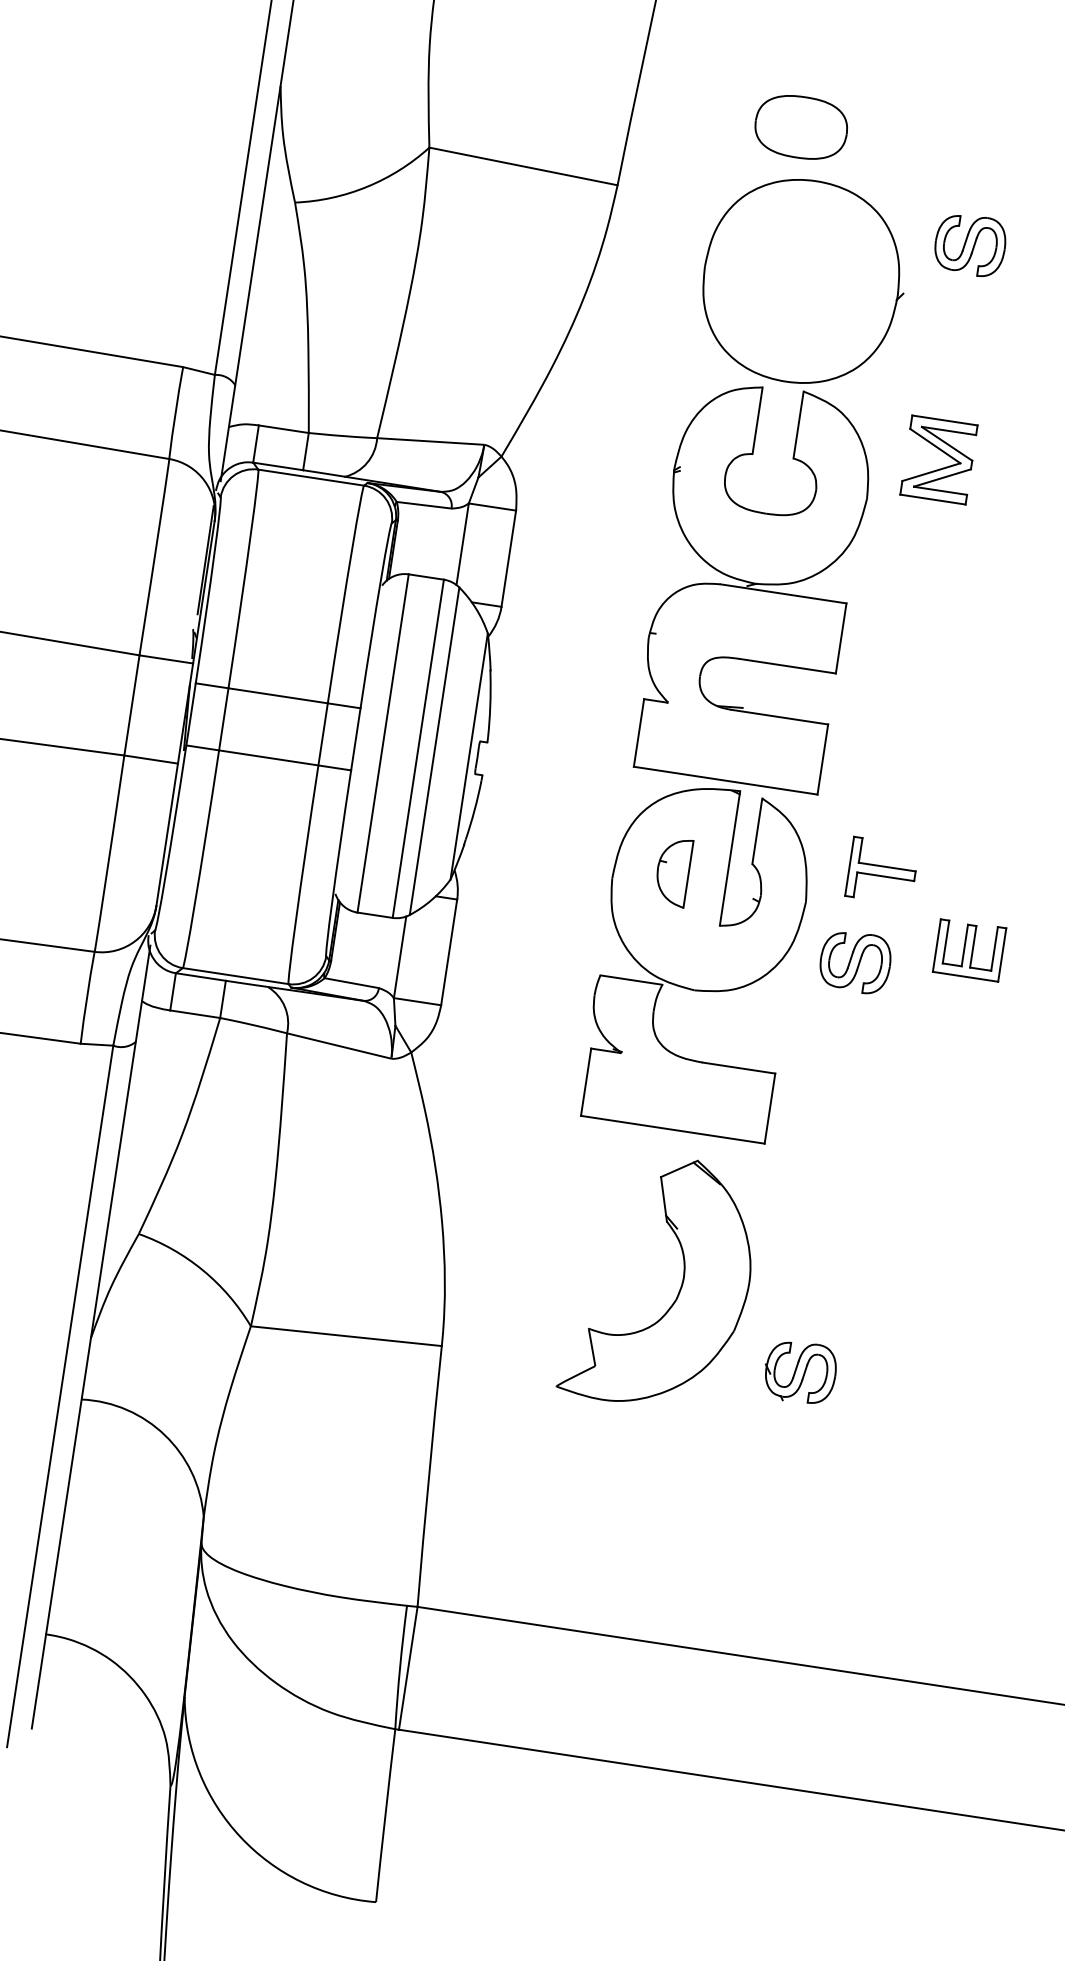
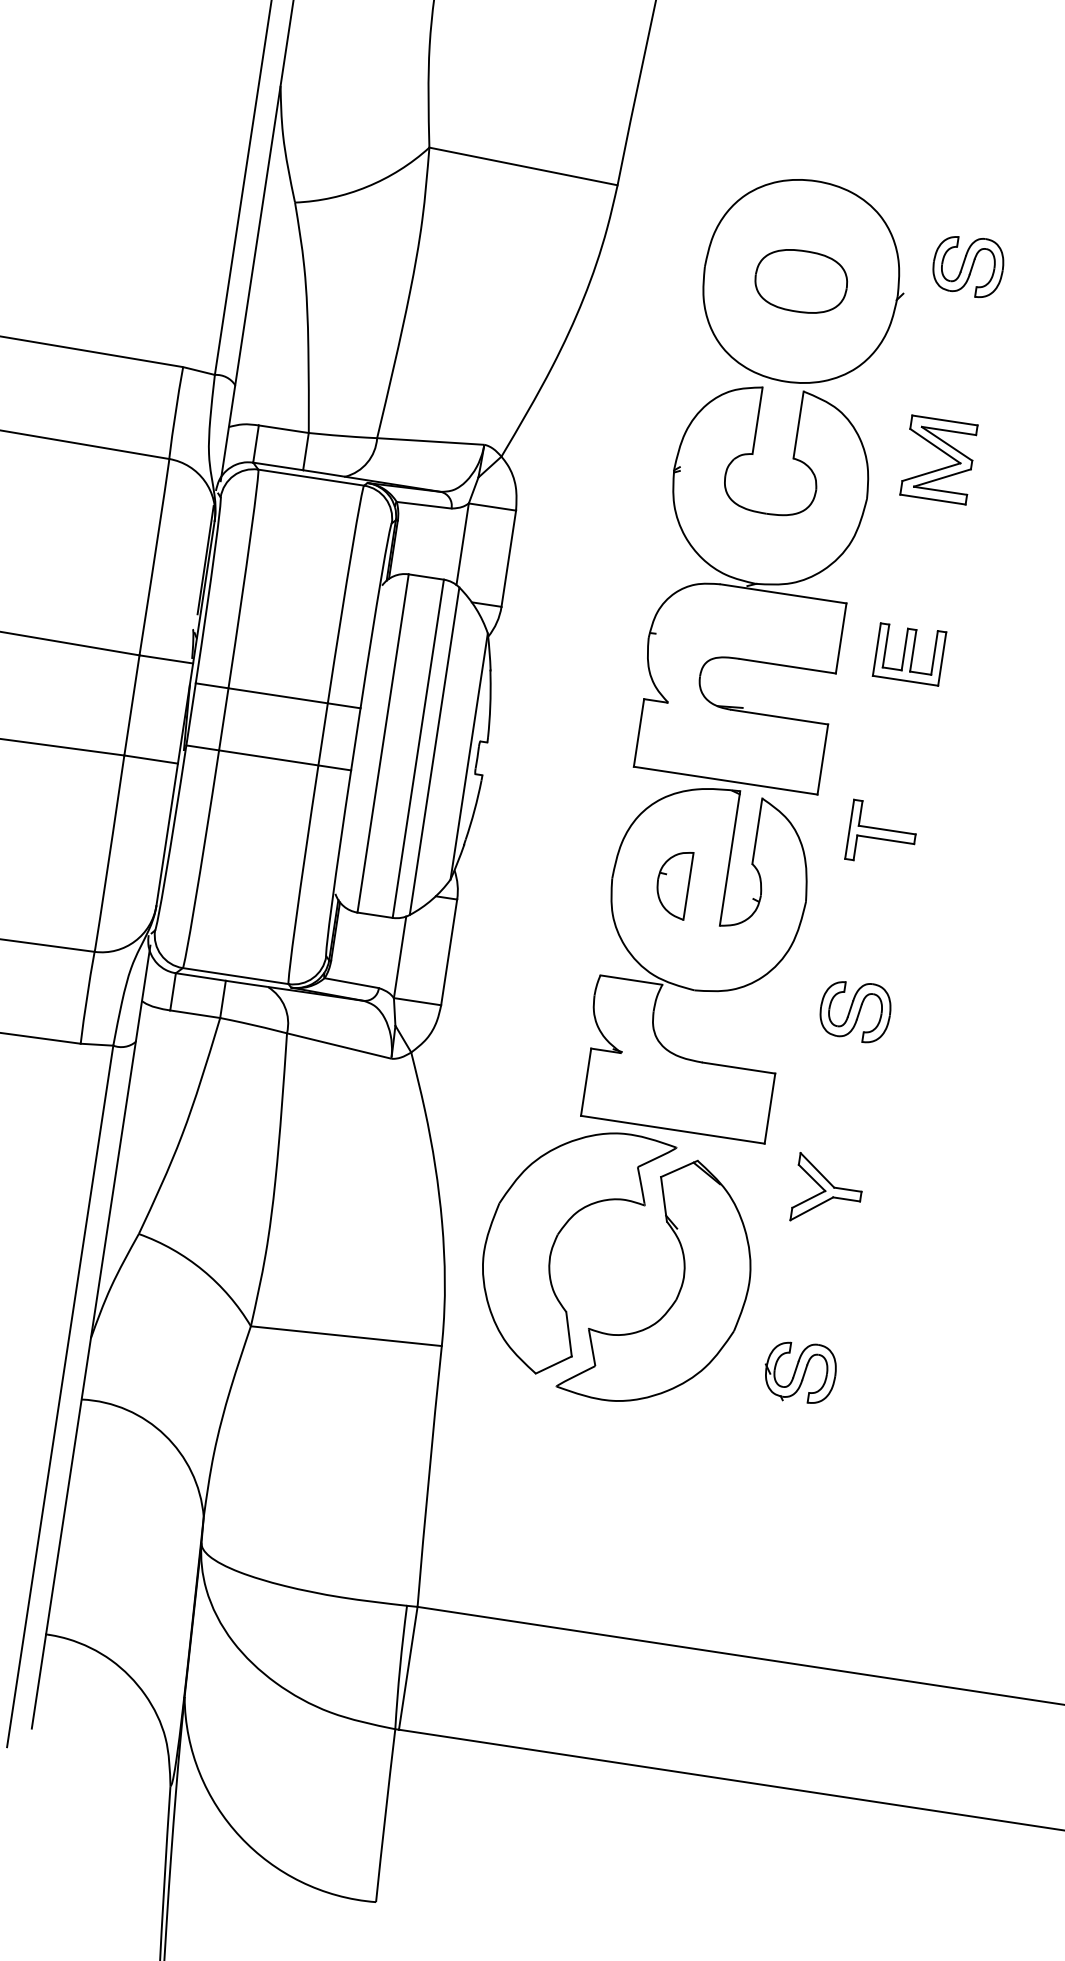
part at (800, 127) position: (800, 127) -> (800, 281)
part at (970, 245) position: (970, 245) -> (968, 266)
part at (880, 866) position: (880, 866) -> (880, 829)
part at (675, 874) position: (675, 874) -> (675, 886)
part at (969, 950) position: (969, 950) -> (909, 654)
part at (855, 963) position: (855, 963) -> (855, 1012)
part at (825, 1186): none -> present
part at (554, 1245): none -> present
